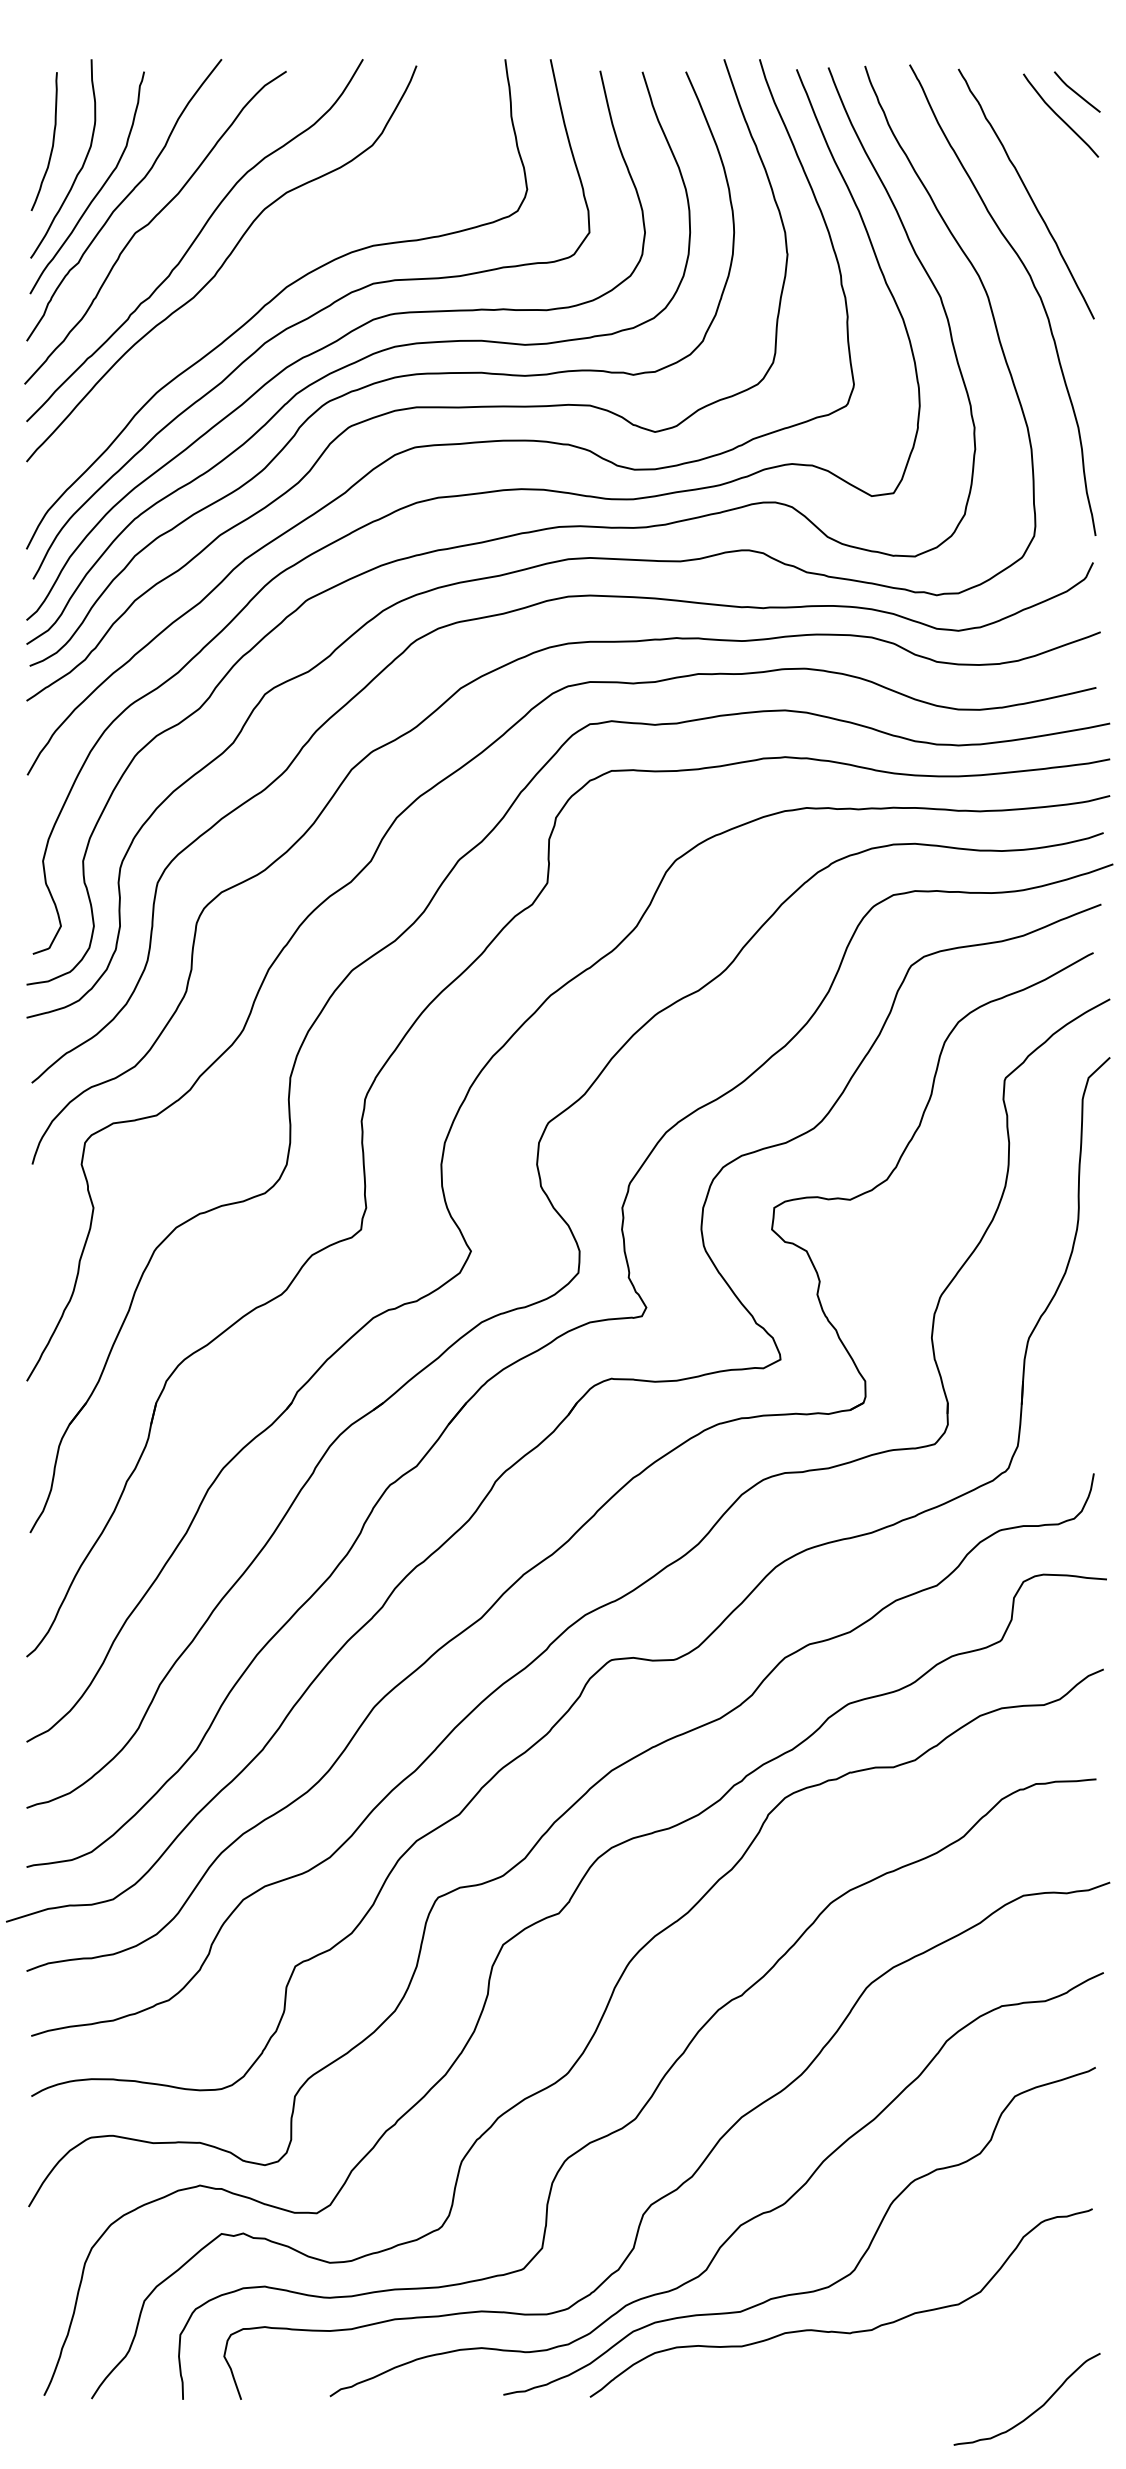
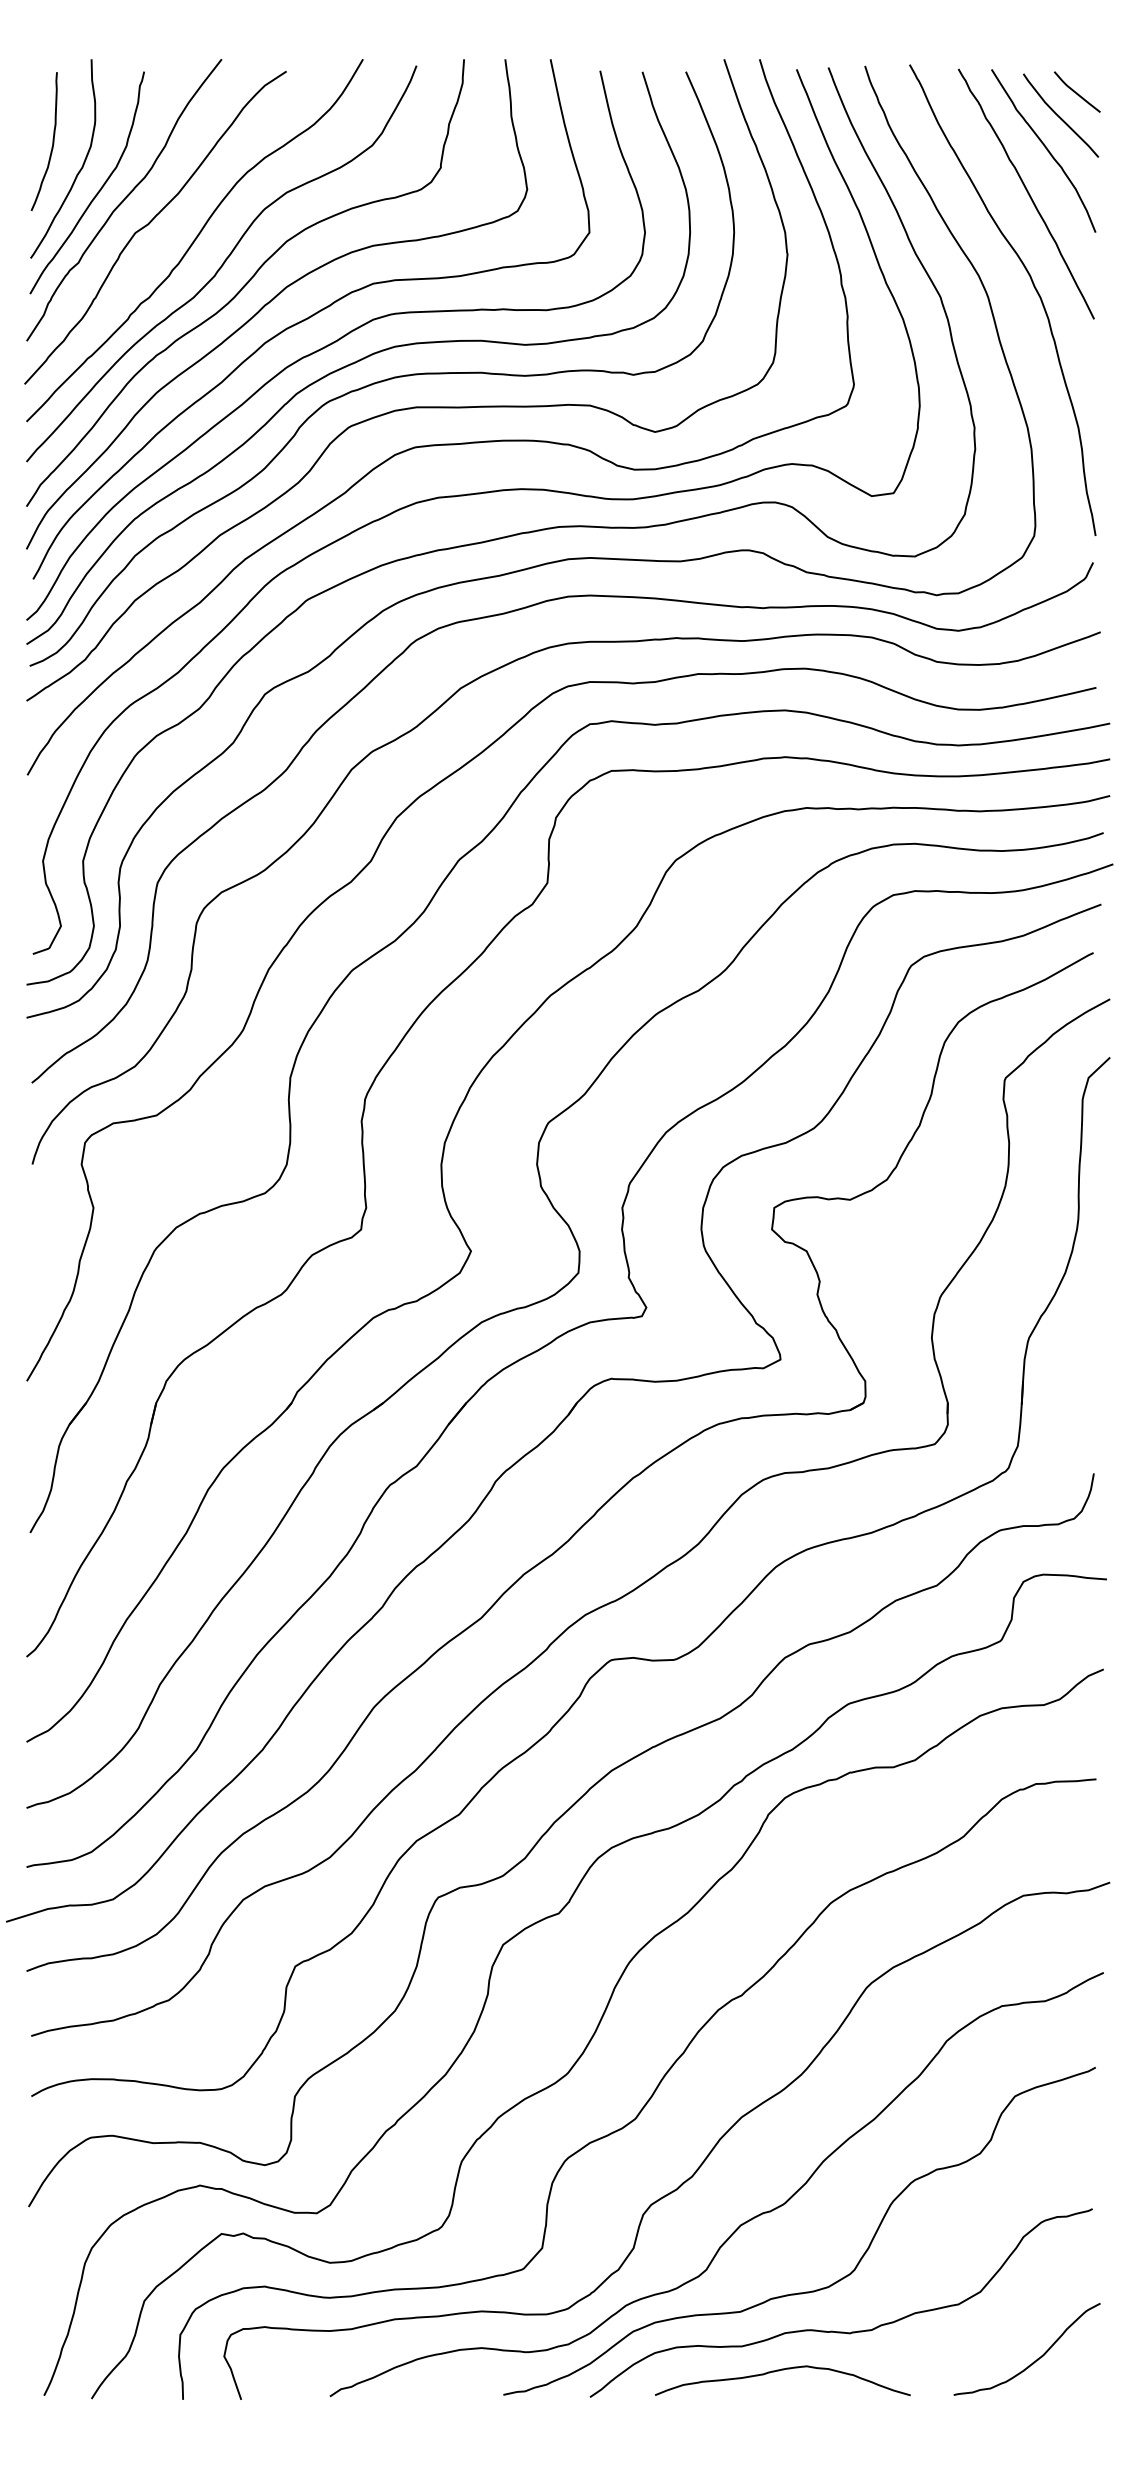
curve at (1045, 148): none -> present
curve at (246, 282): none -> present
curve at (779, 2371): none -> present
curve at (1033, 2411) position: (1033, 2411) -> (1033, 2361)
